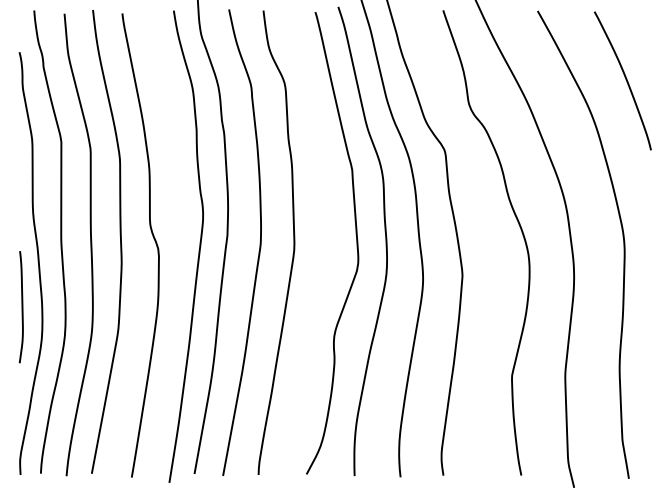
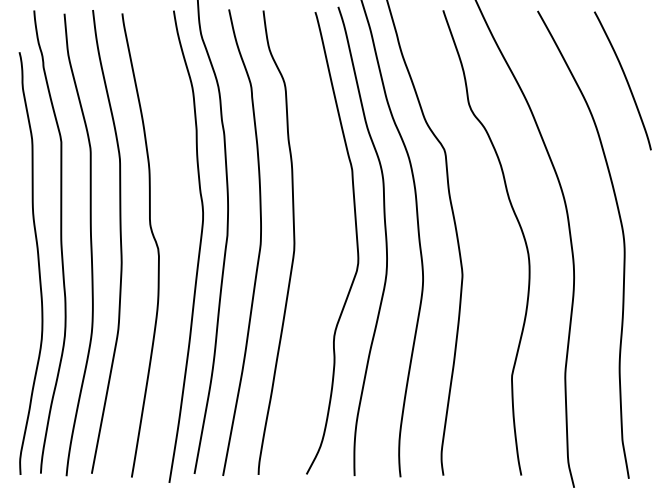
curve at (21, 307): present -> none
